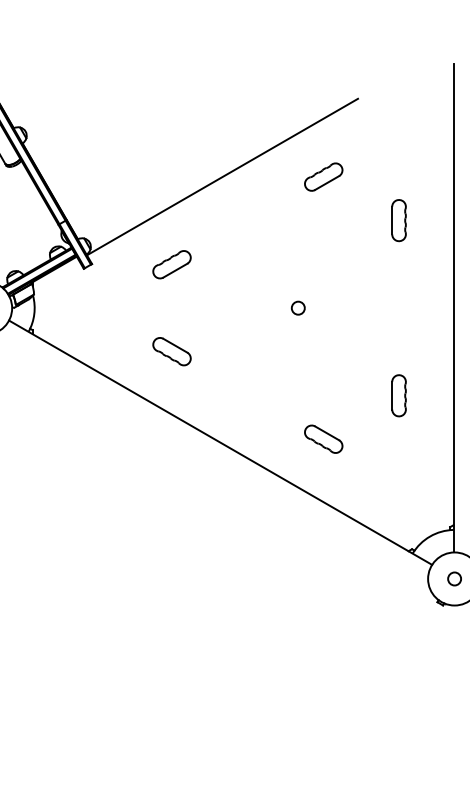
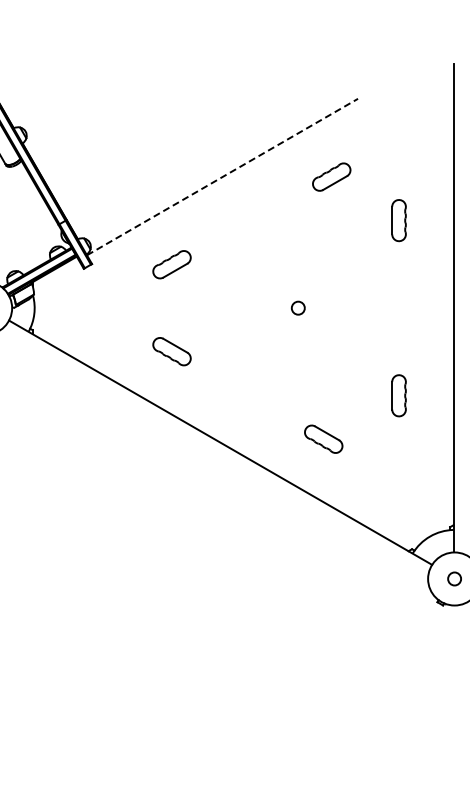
line at (222, 176): solid -> dashed
part at (323, 176) position: (323, 176) -> (331, 176)
